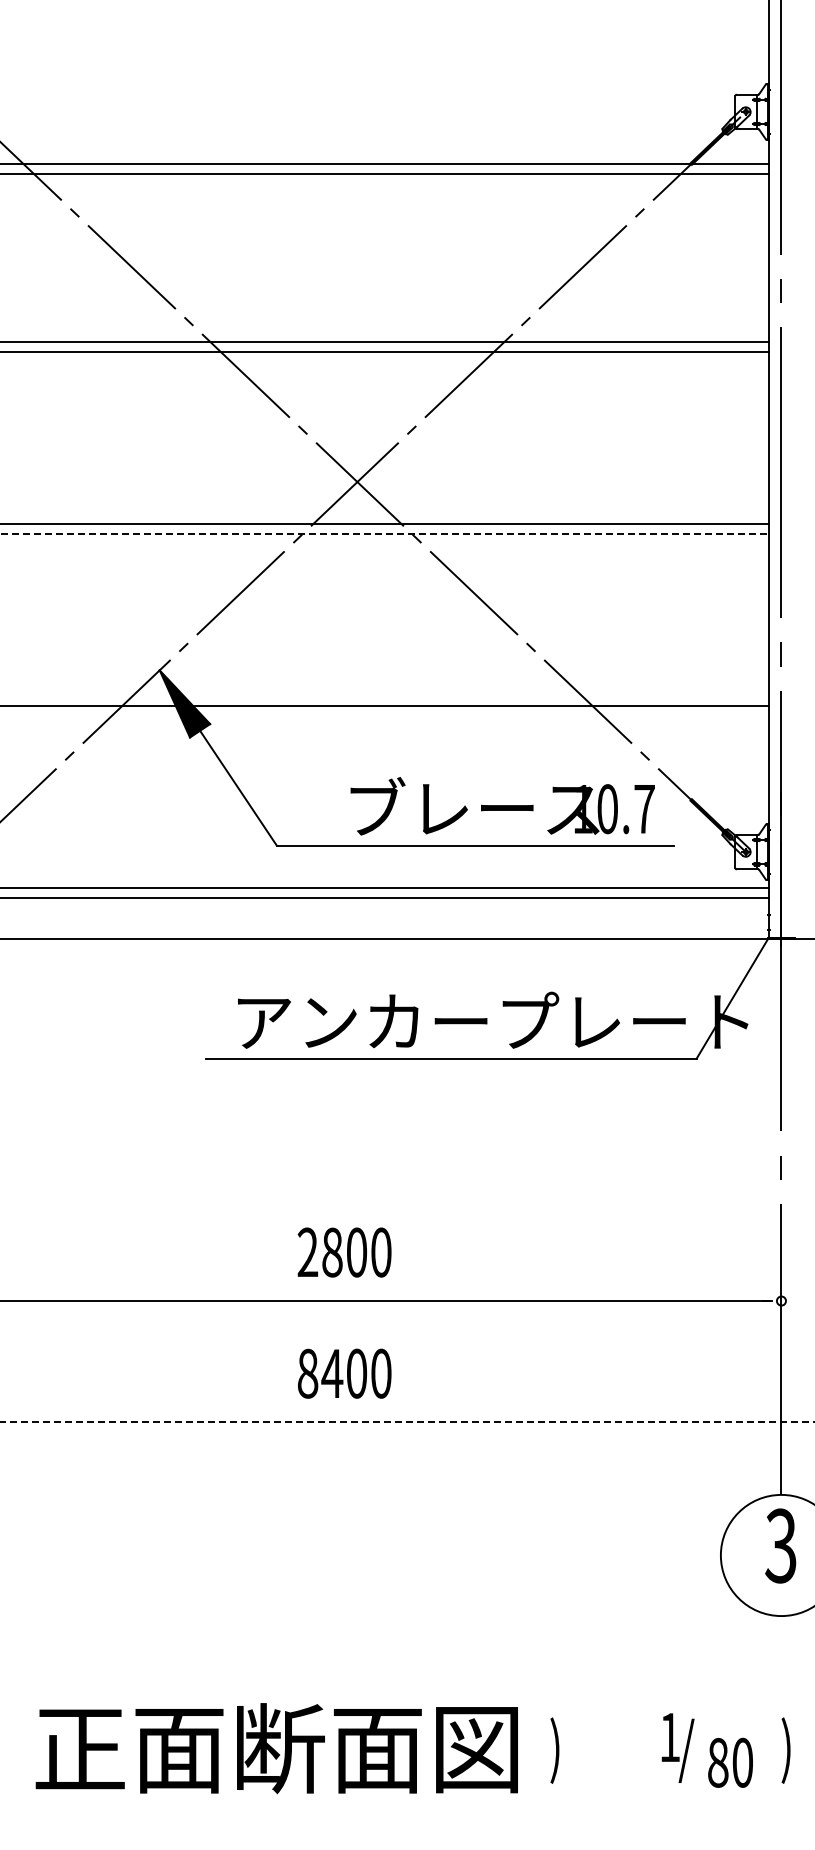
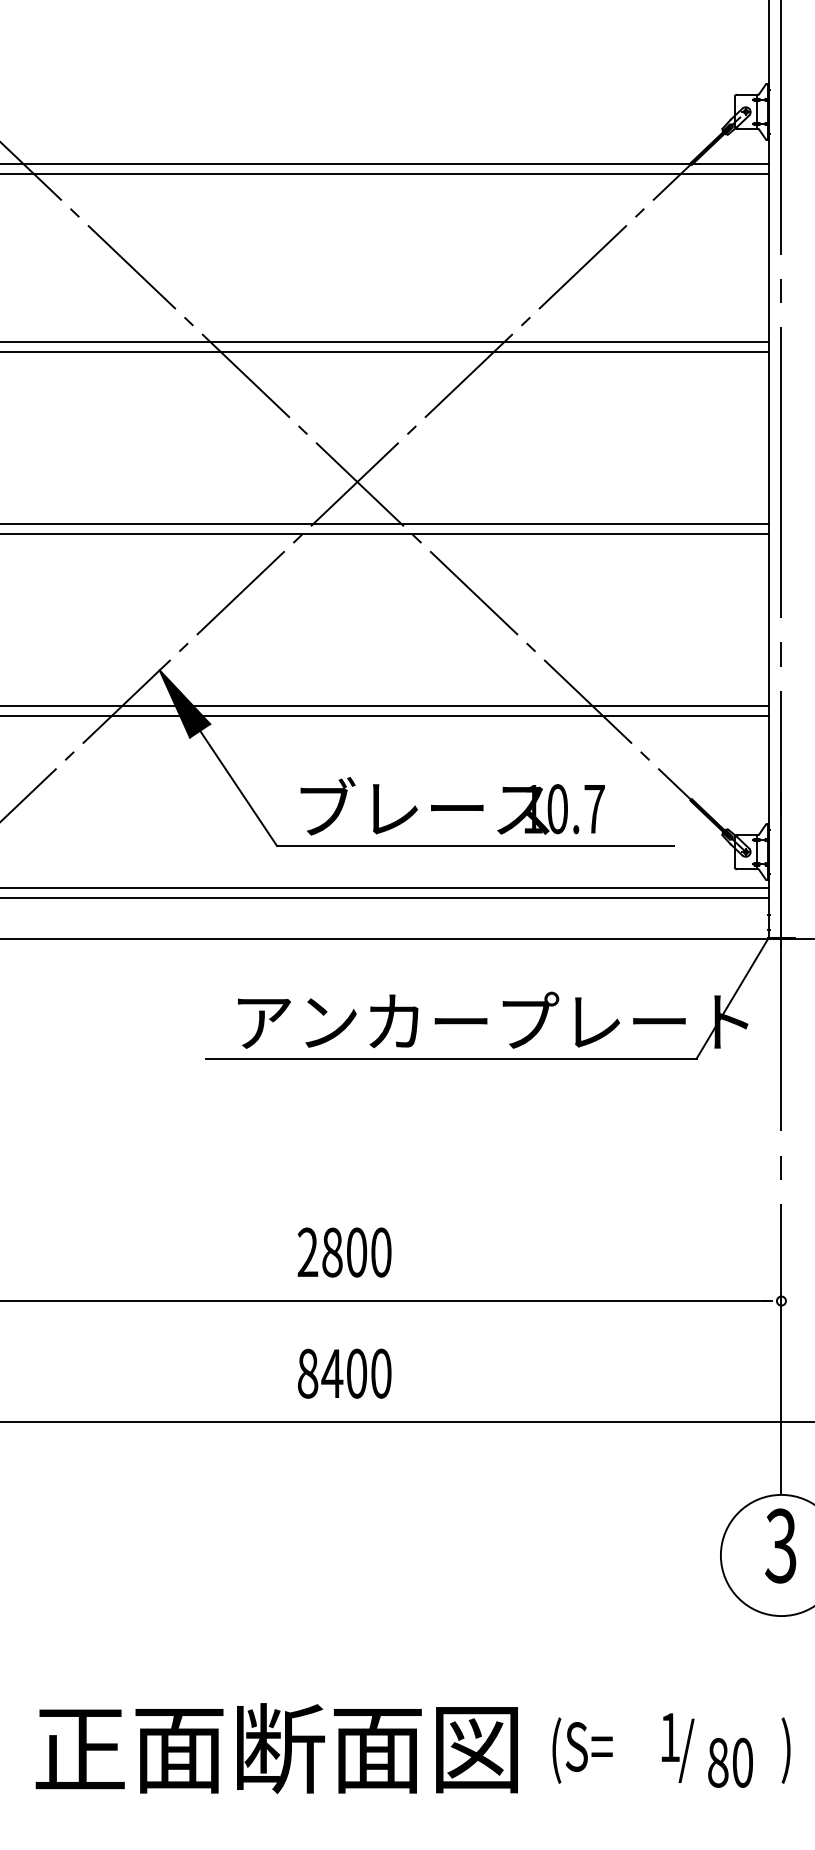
line at (384, 534): dashed -> solid
line at (385, 715): none -> present
text at (502, 806) position: (502, 806) -> (452, 806)
line at (407, 1422): dashed -> solid
text at (581, 1750): ) -> (S=
